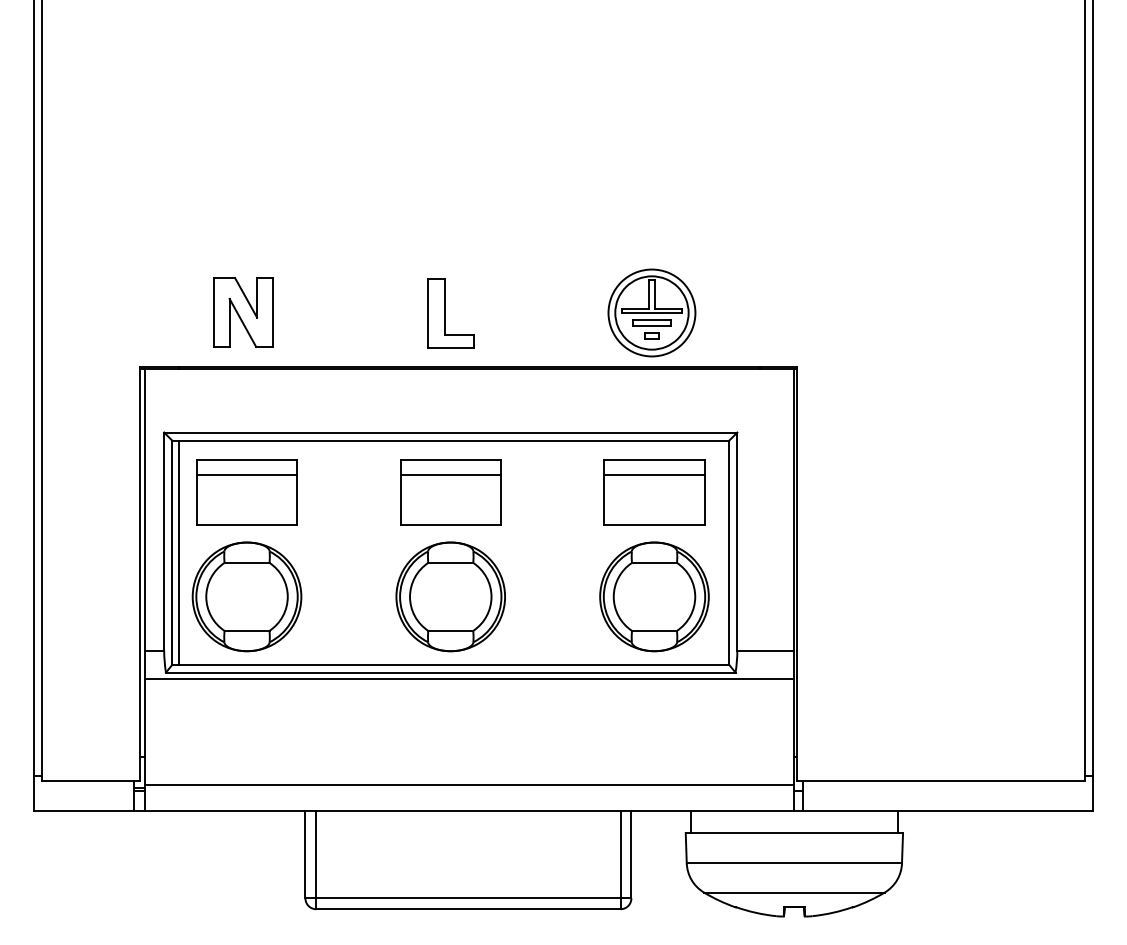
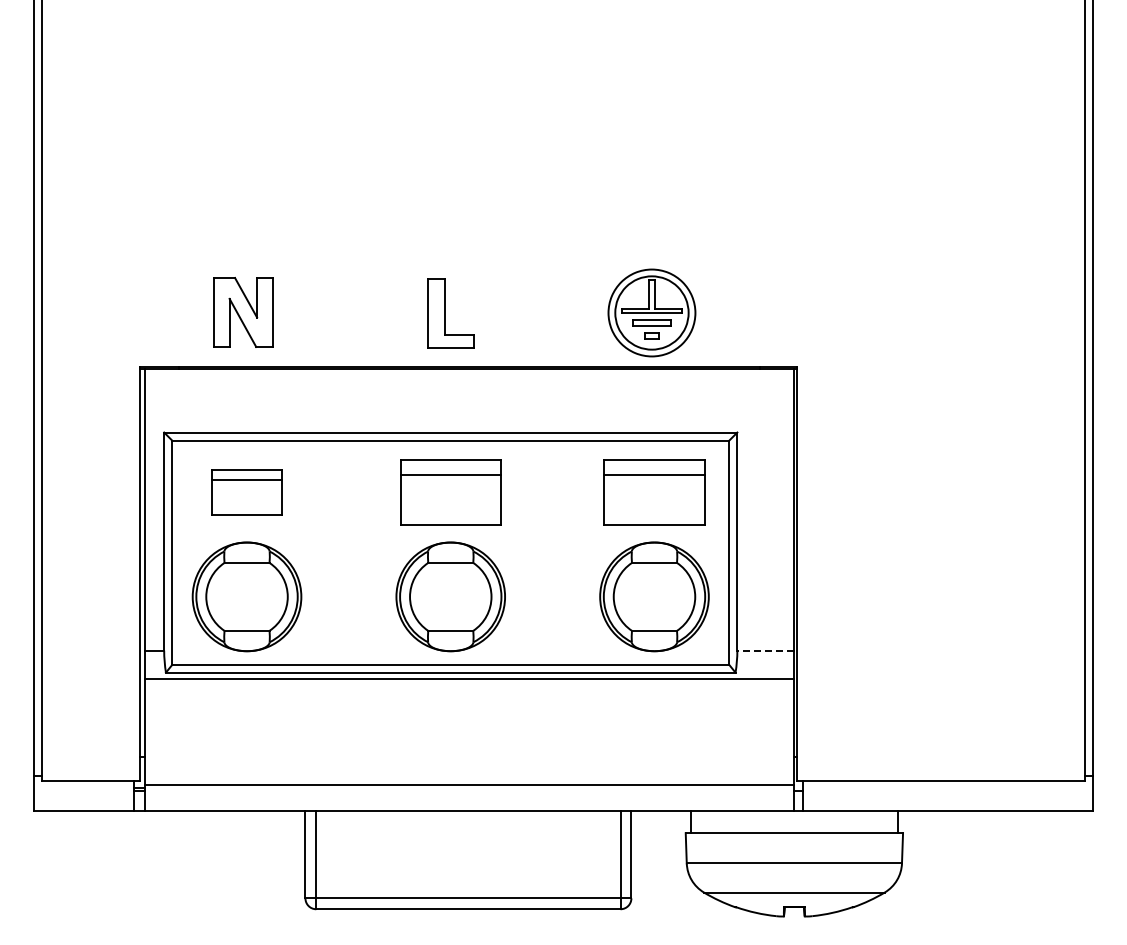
part at (246, 492) size: 102x67 px -> 72x47 px
line at (179, 552): present -> none
line at (765, 650): solid -> dashed
